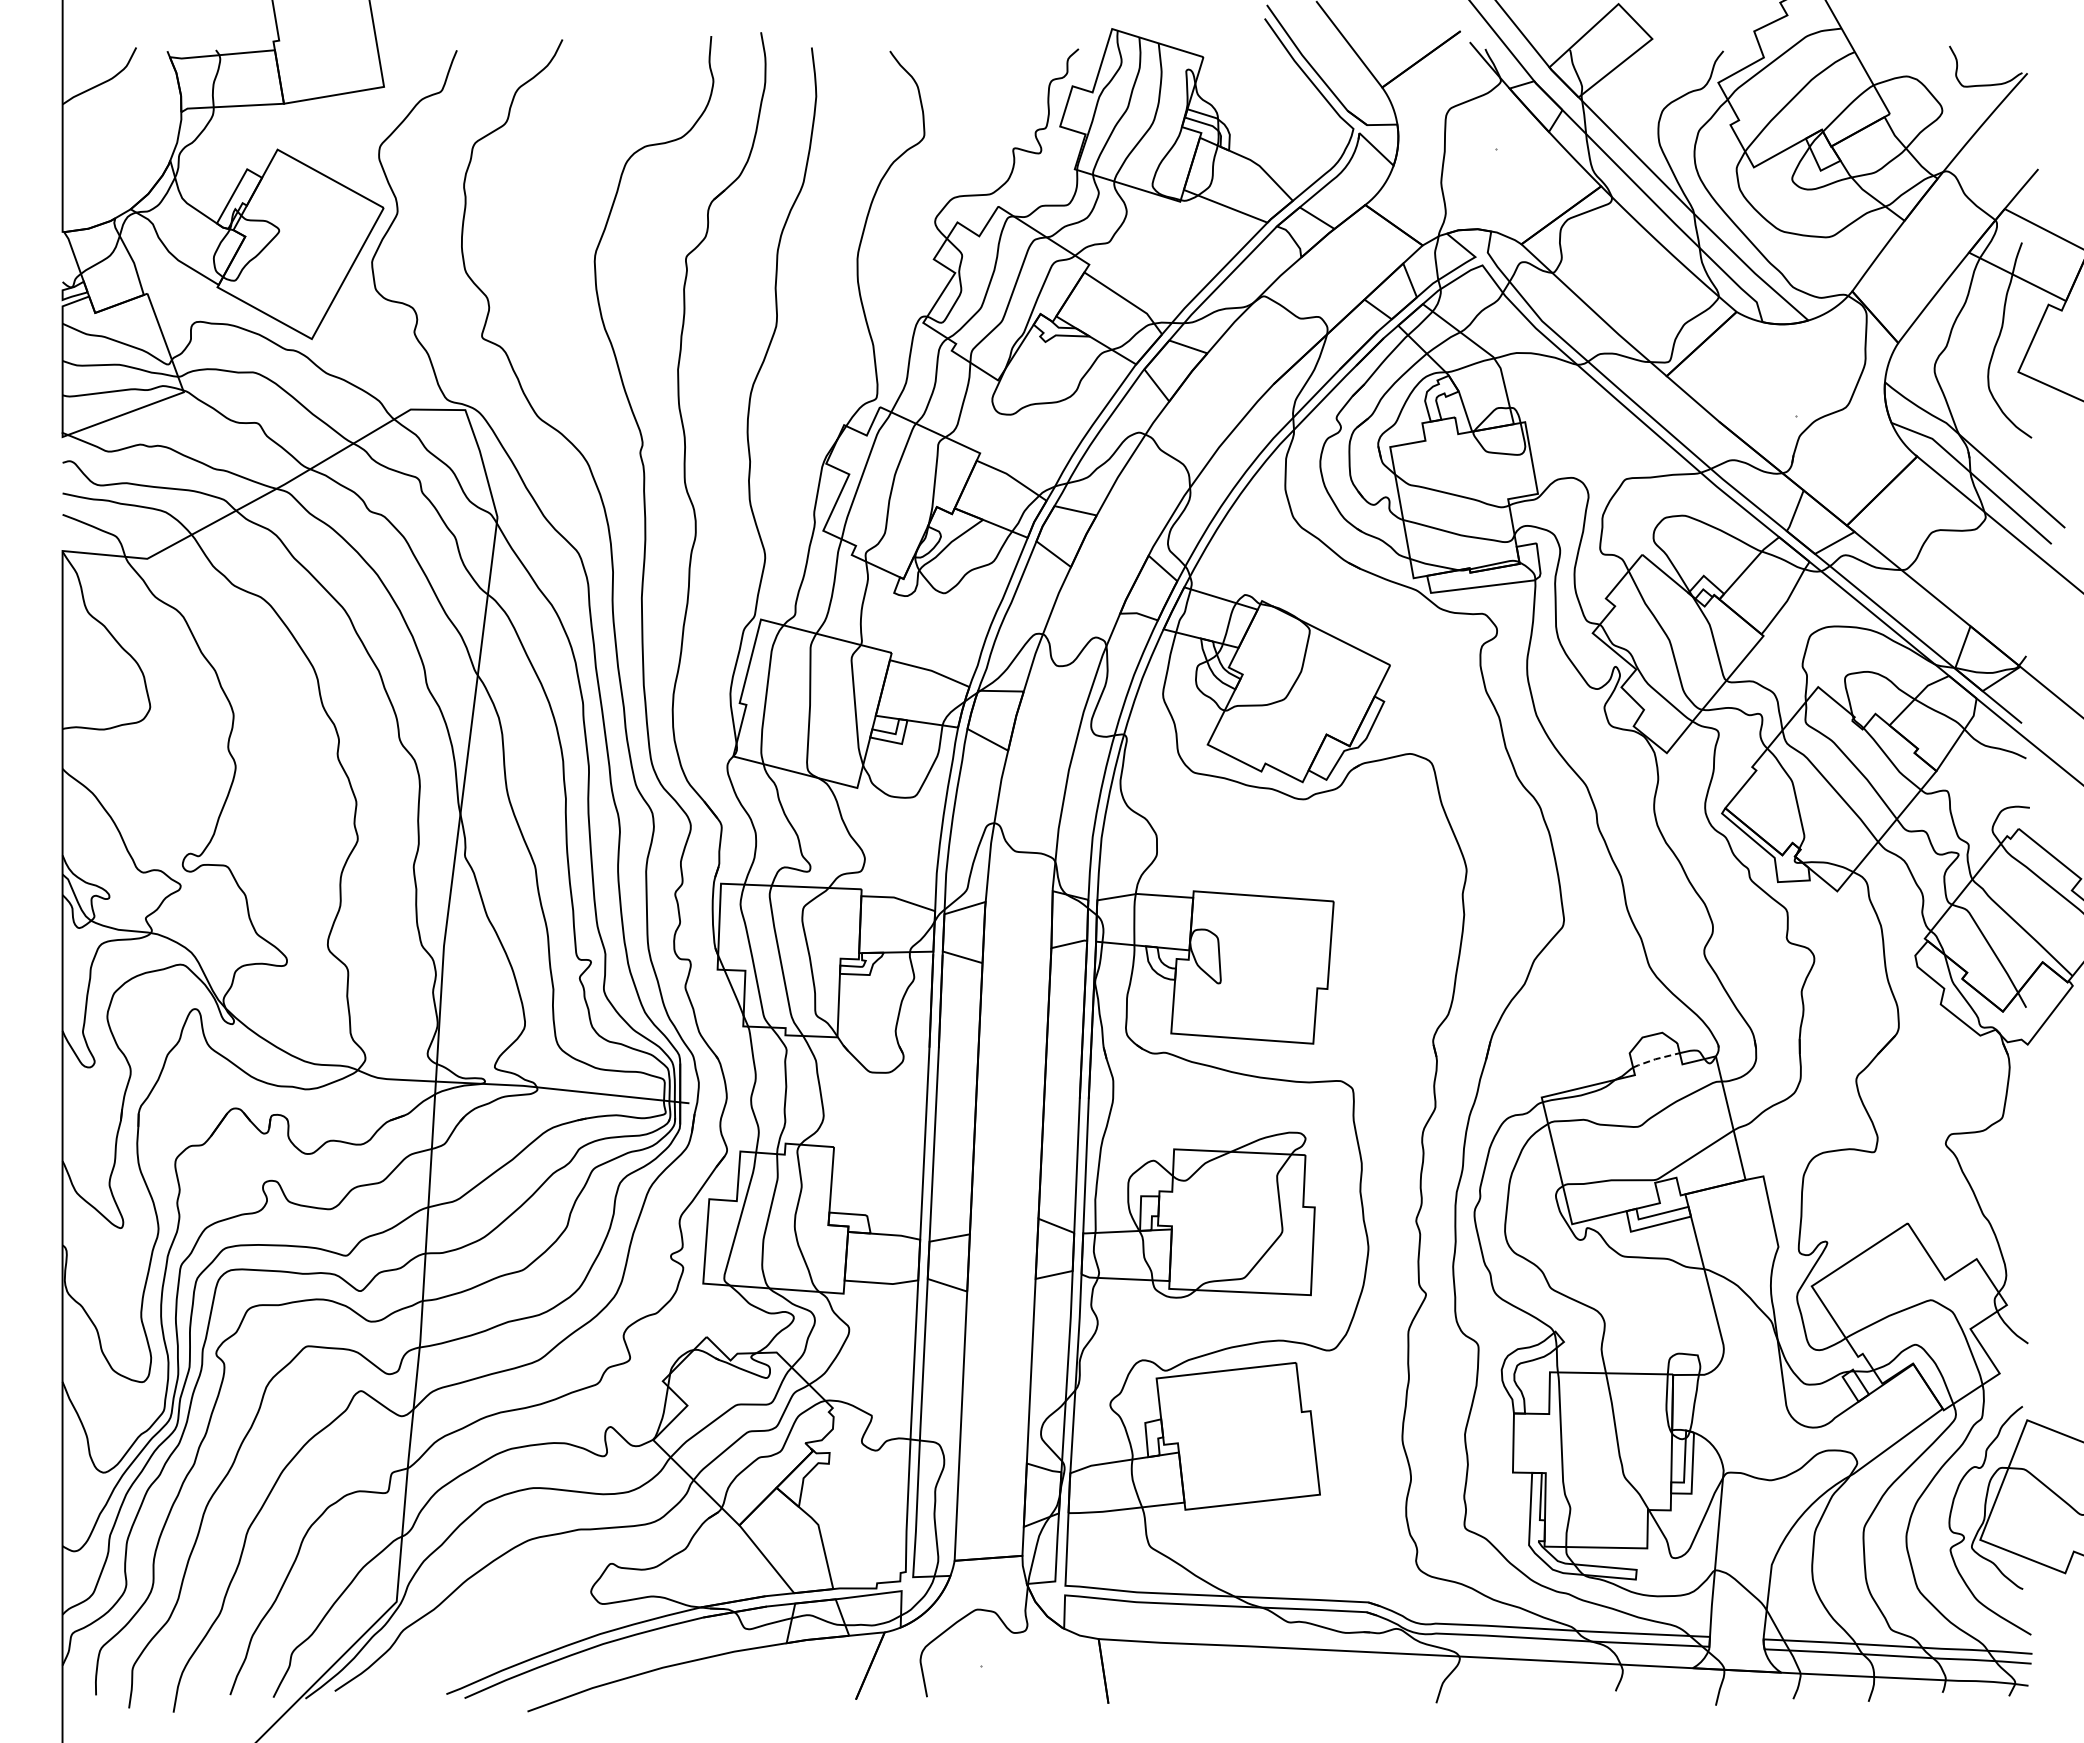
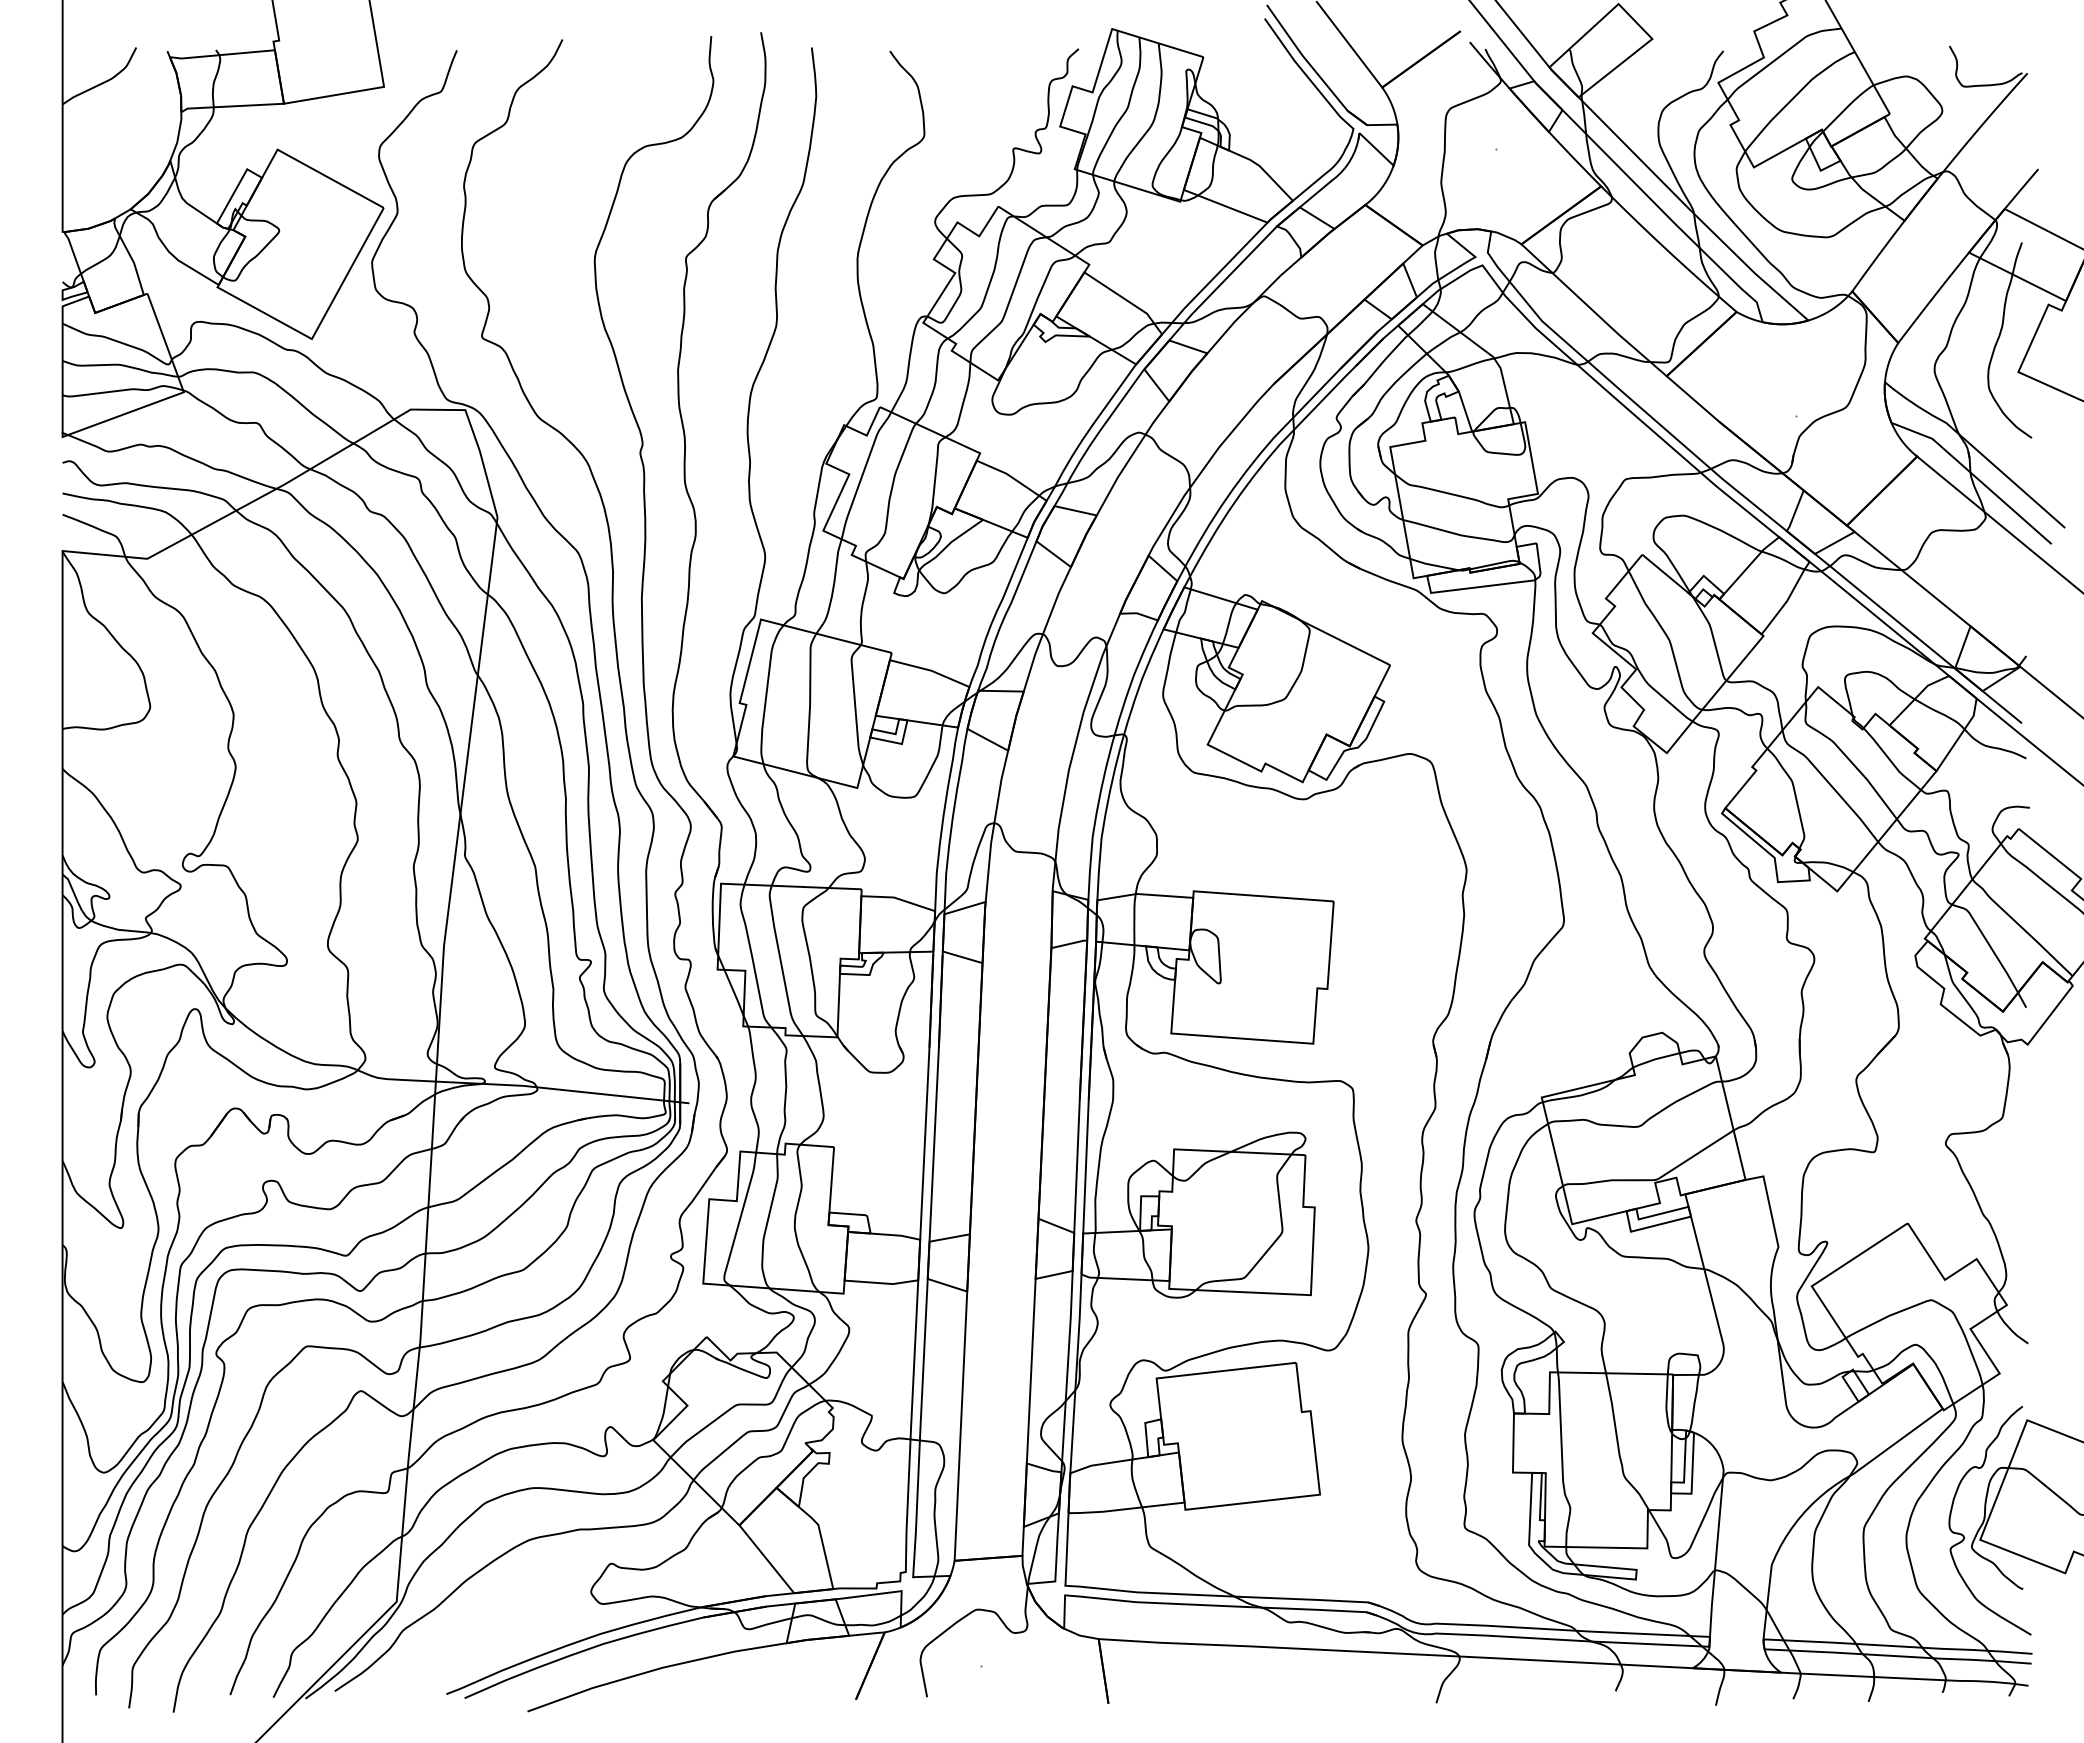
line at (1655, 1059): dashed -> solid
